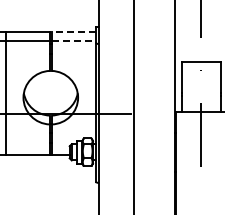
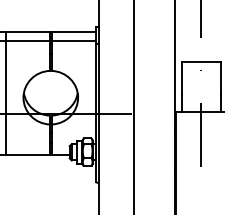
line at (73, 31): dashed -> solid
line at (74, 40): dashed -> solid
